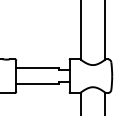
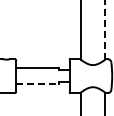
line at (105, 29): solid -> dashed
line at (37, 84): solid -> dashed
